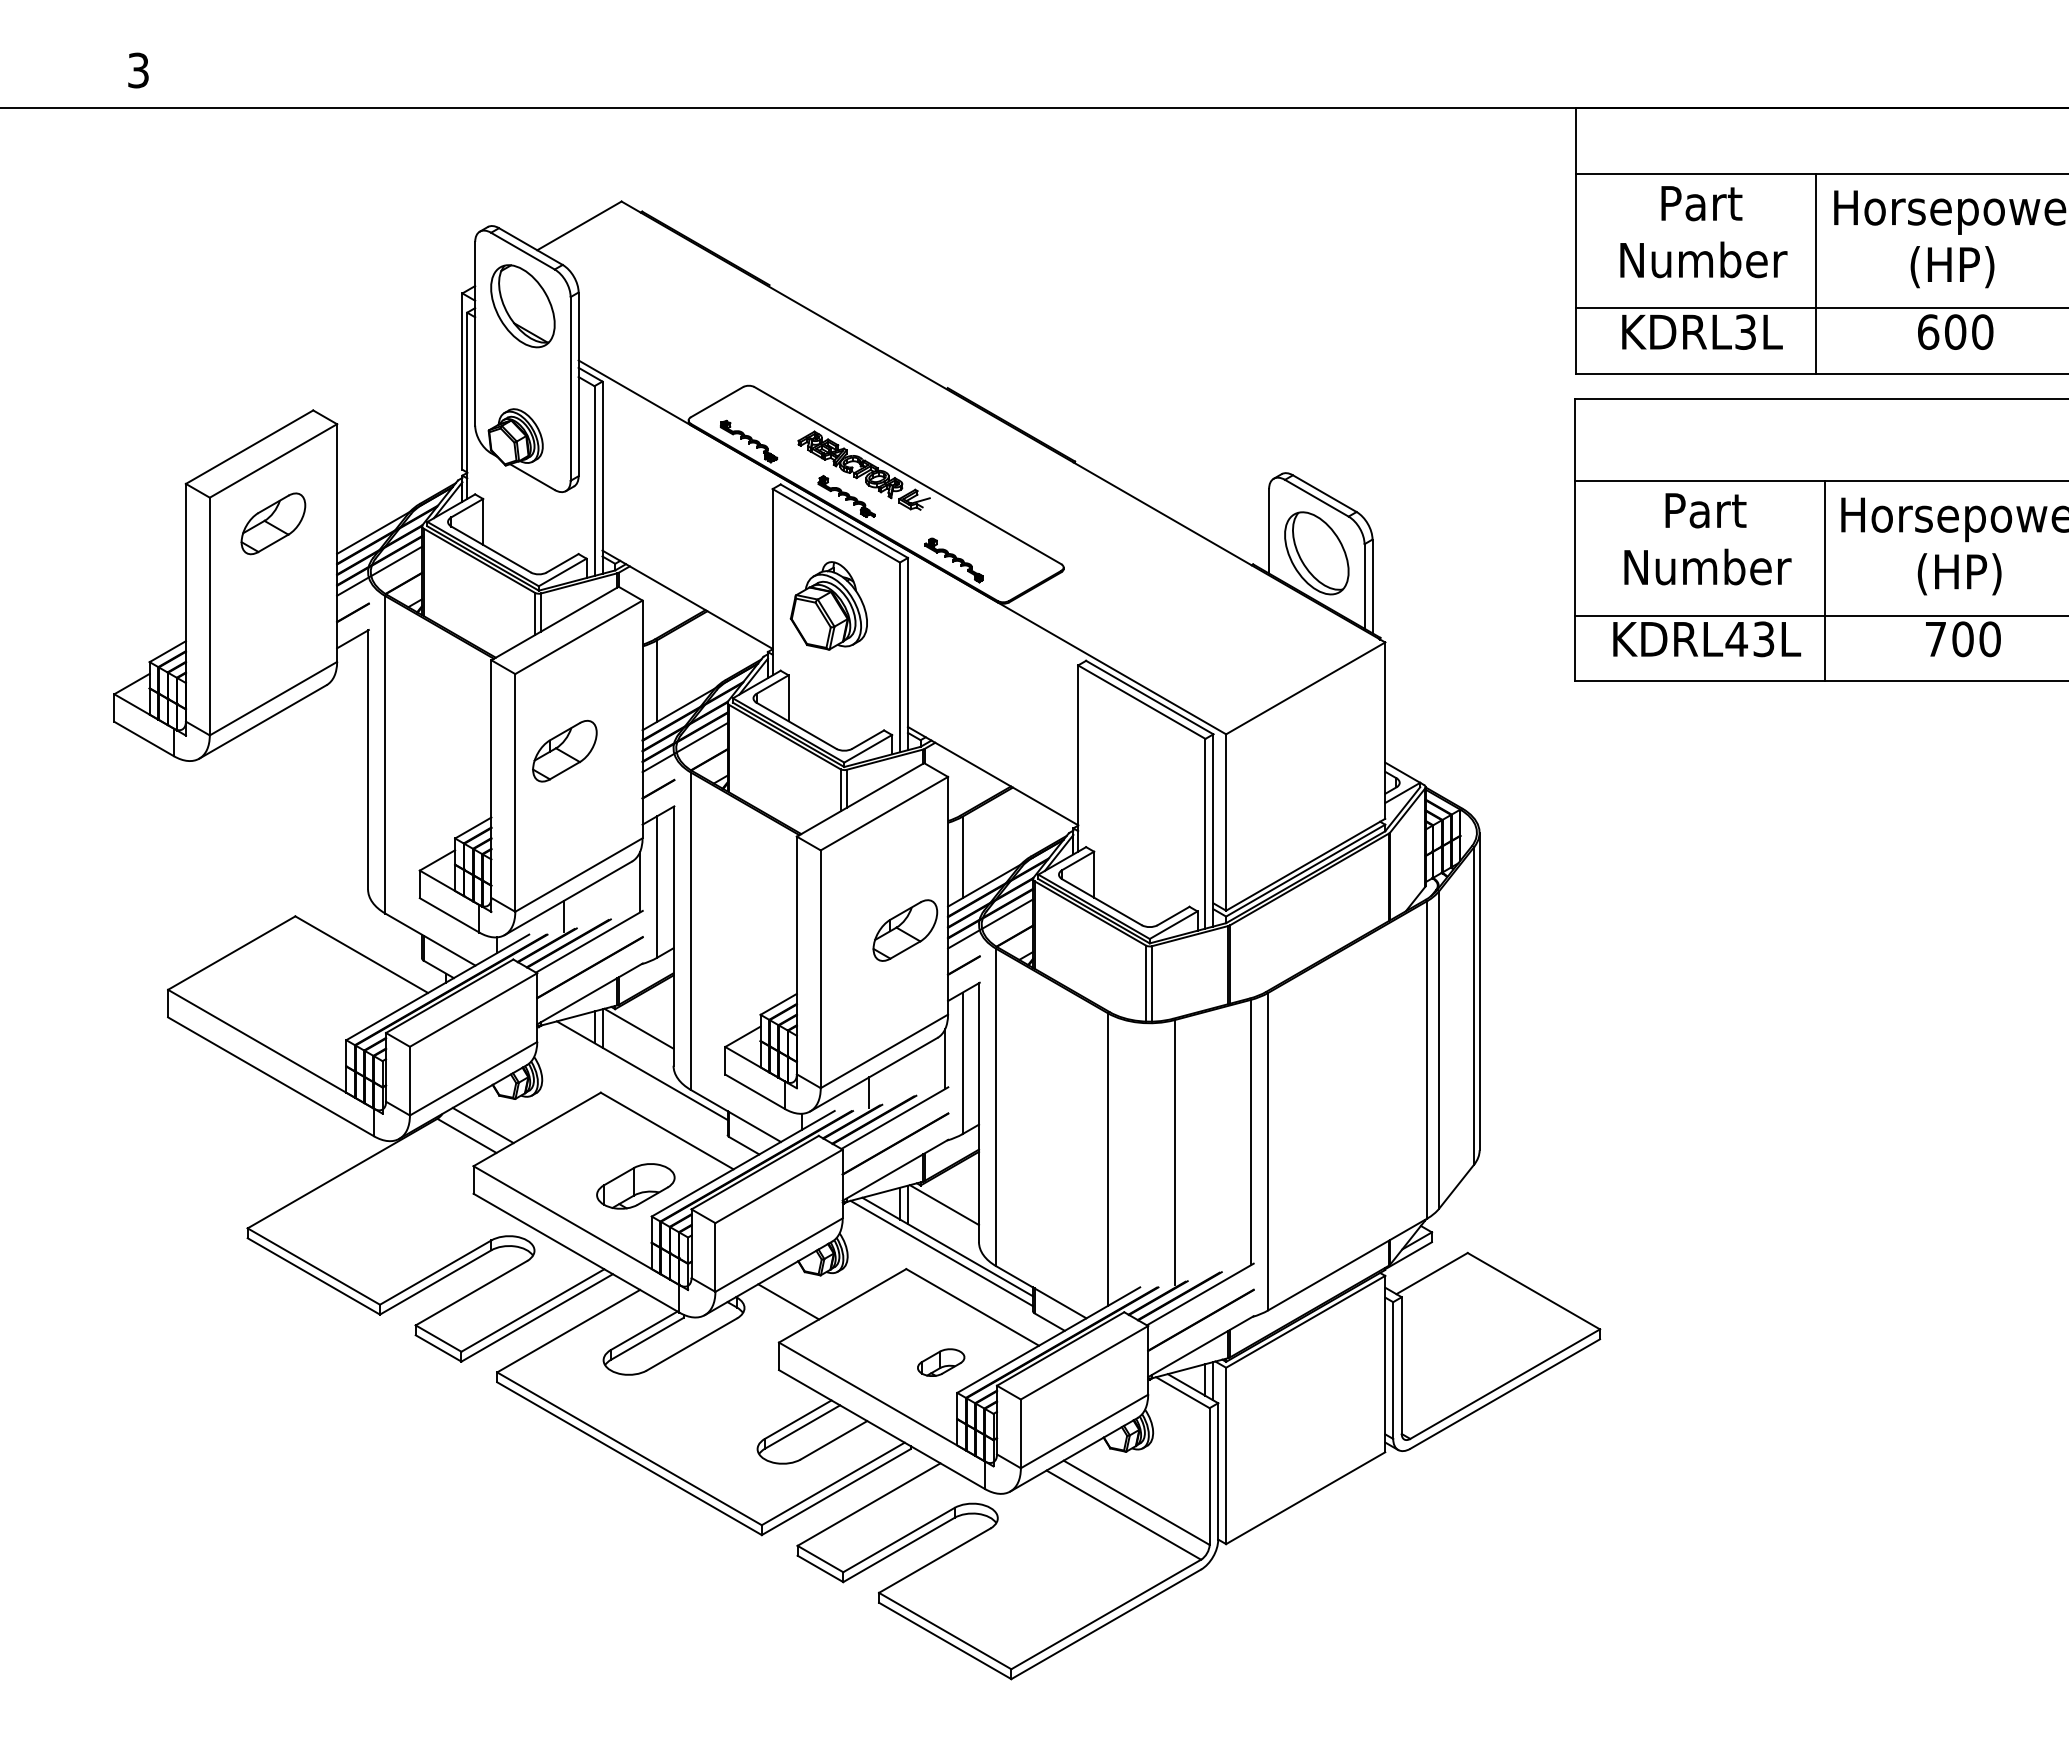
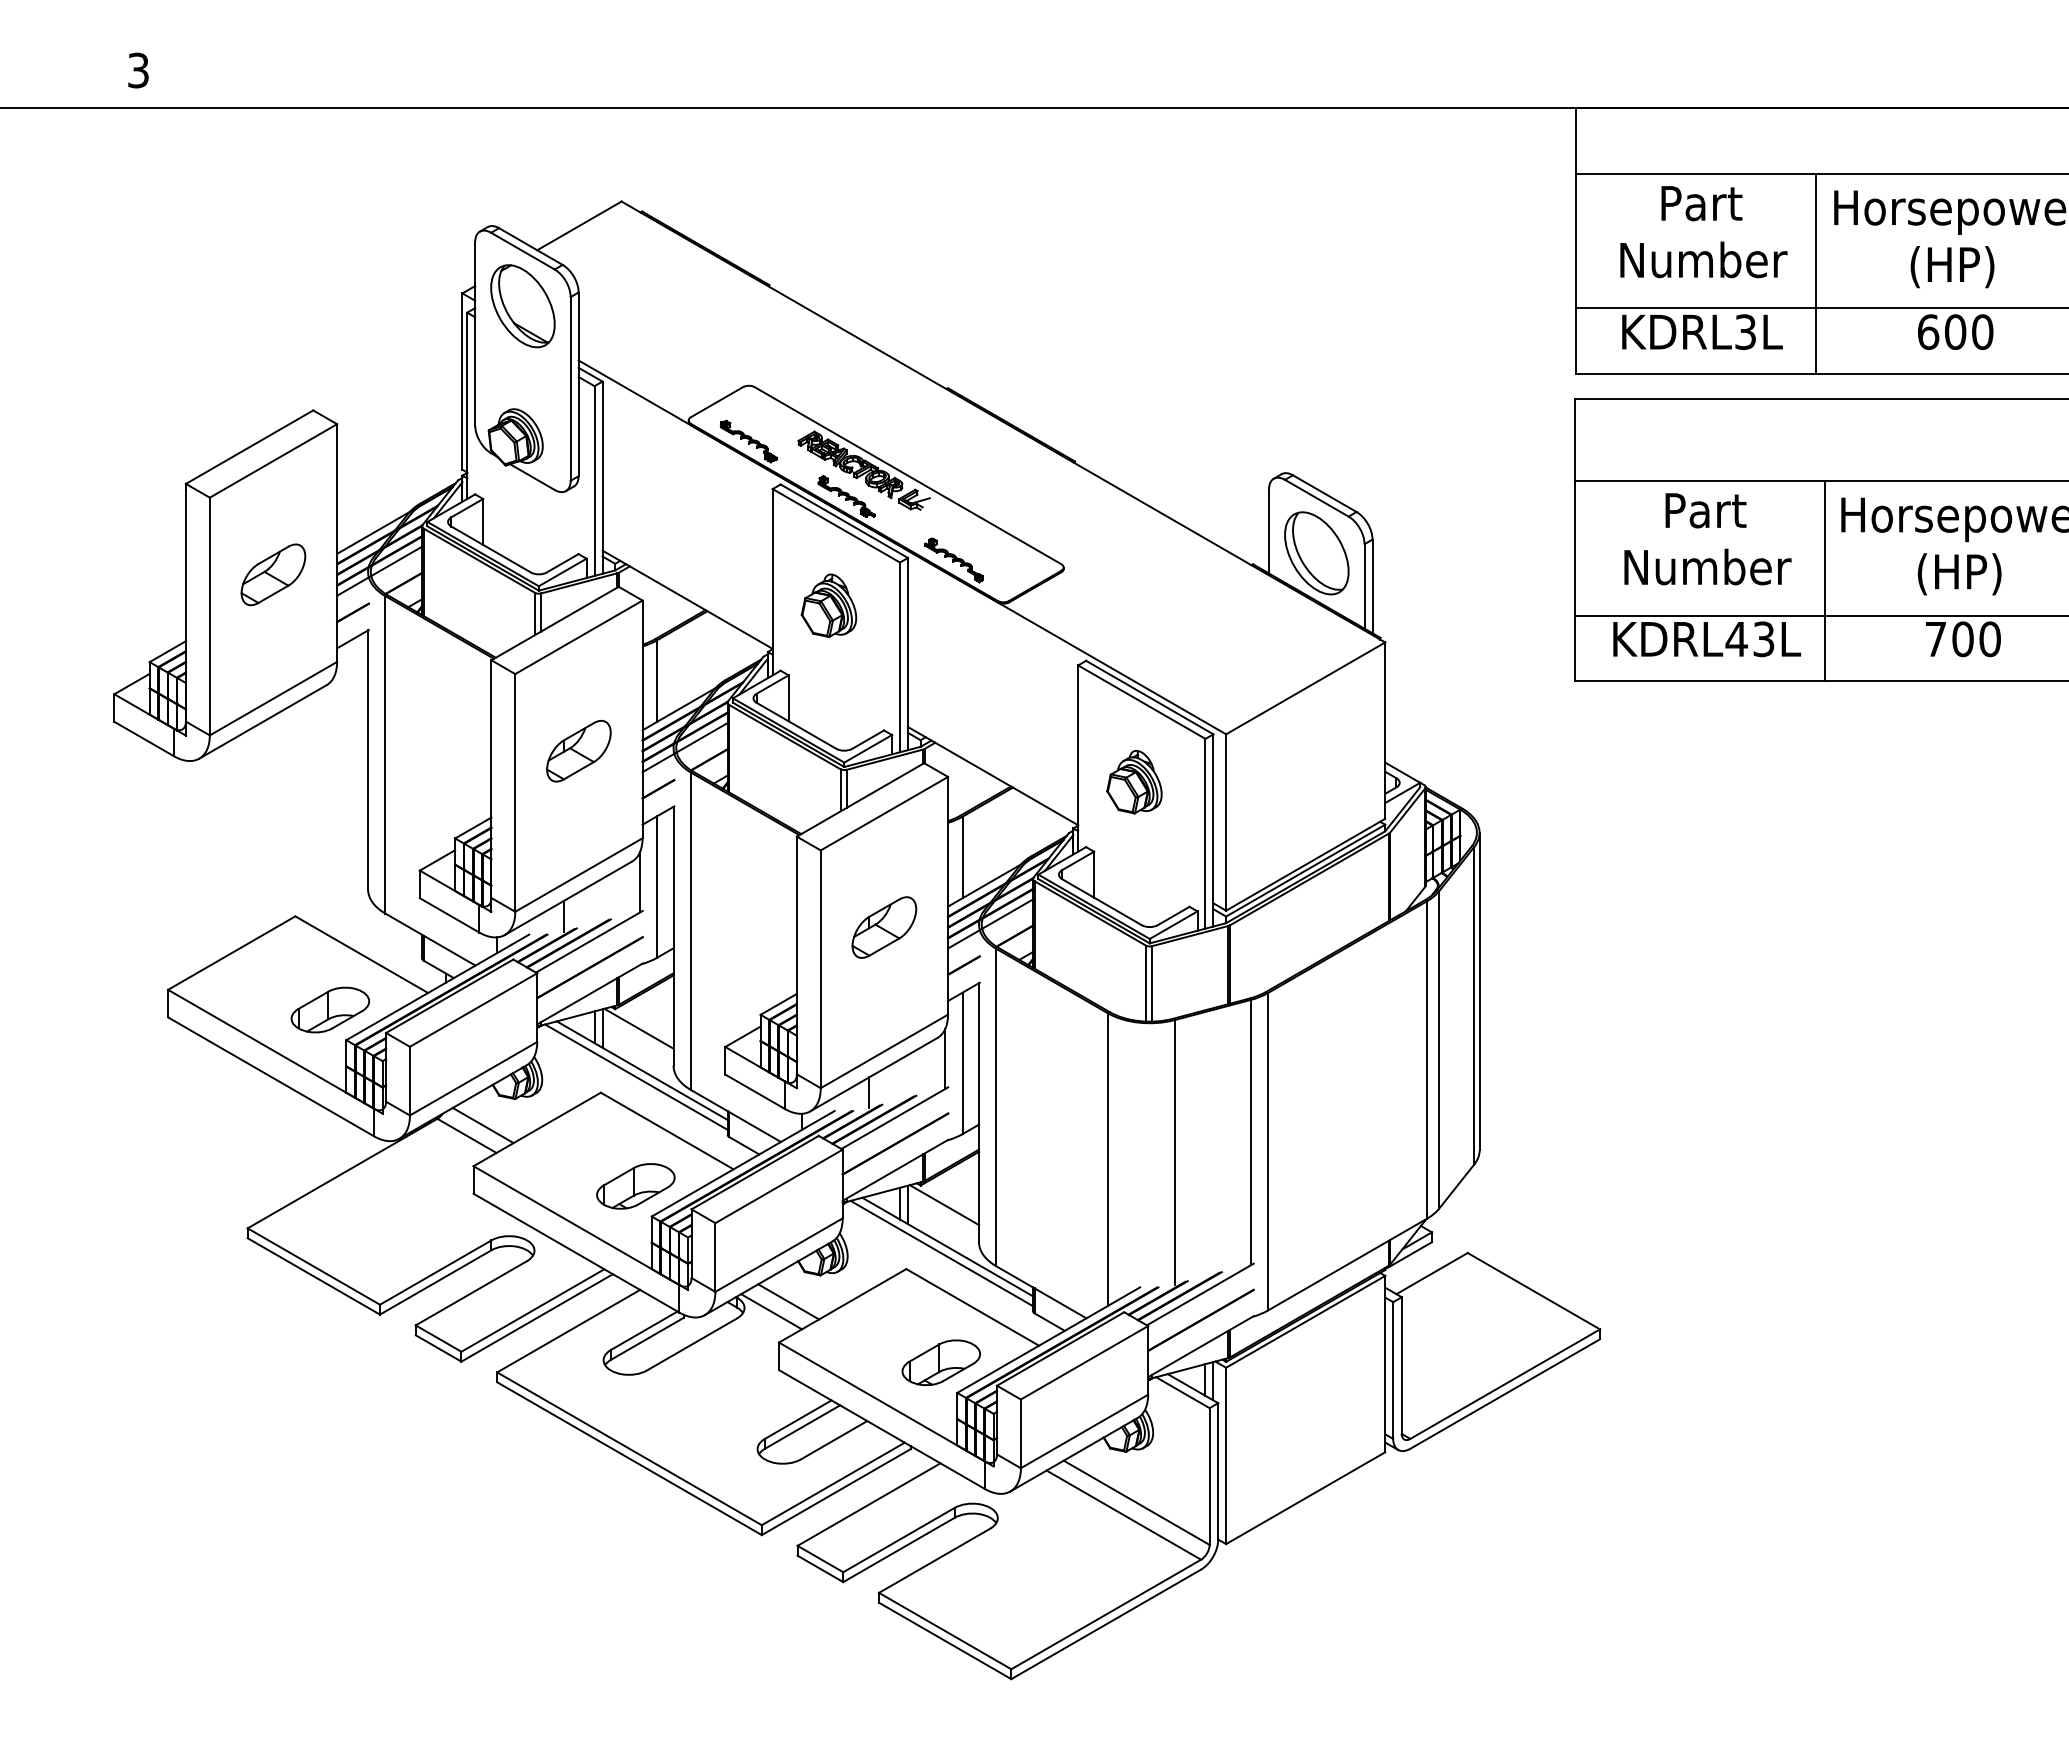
part at (273, 523) position: (273, 523) -> (273, 574)
part at (828, 605) size: 79x90 px -> 58x65 px
part at (564, 750) position: (564, 750) -> (578, 750)
part at (1134, 782): none -> present
part at (905, 930) position: (905, 930) -> (884, 927)
part at (329, 1009): none -> present
line at (636, 1076): none -> present
line at (771, 1311): none -> present
part at (941, 1362) size: 49x29 px -> 80x47 px
